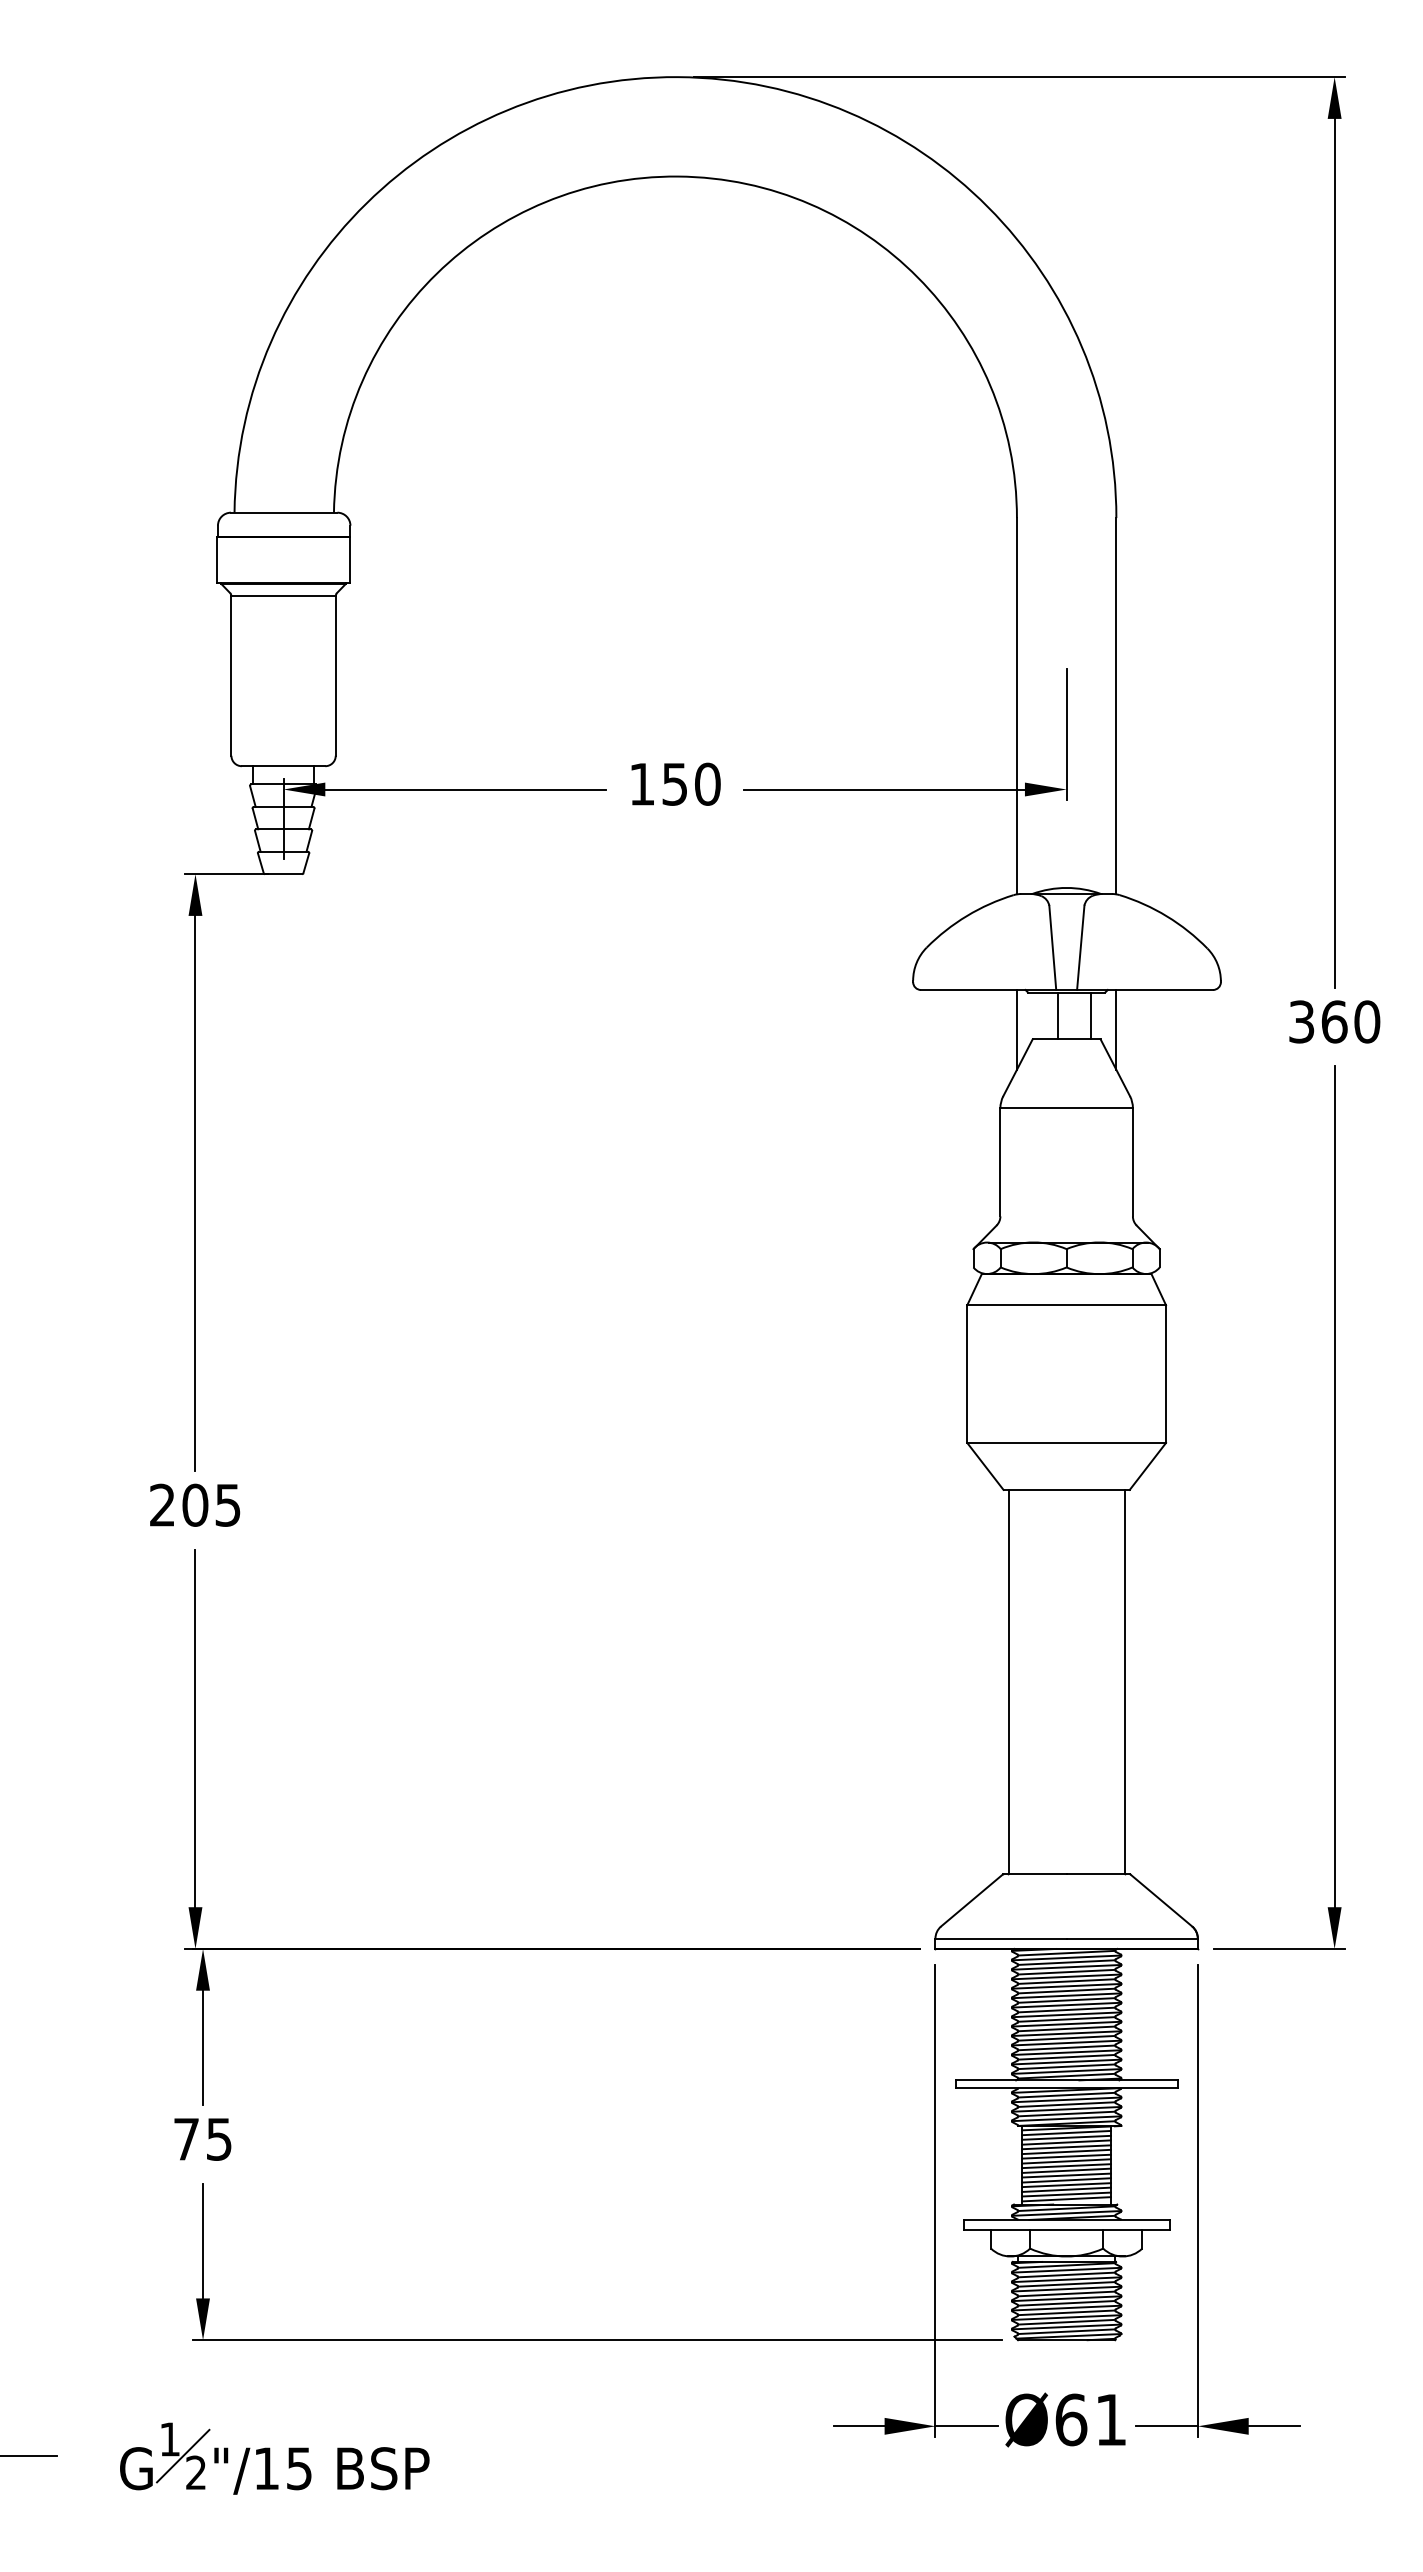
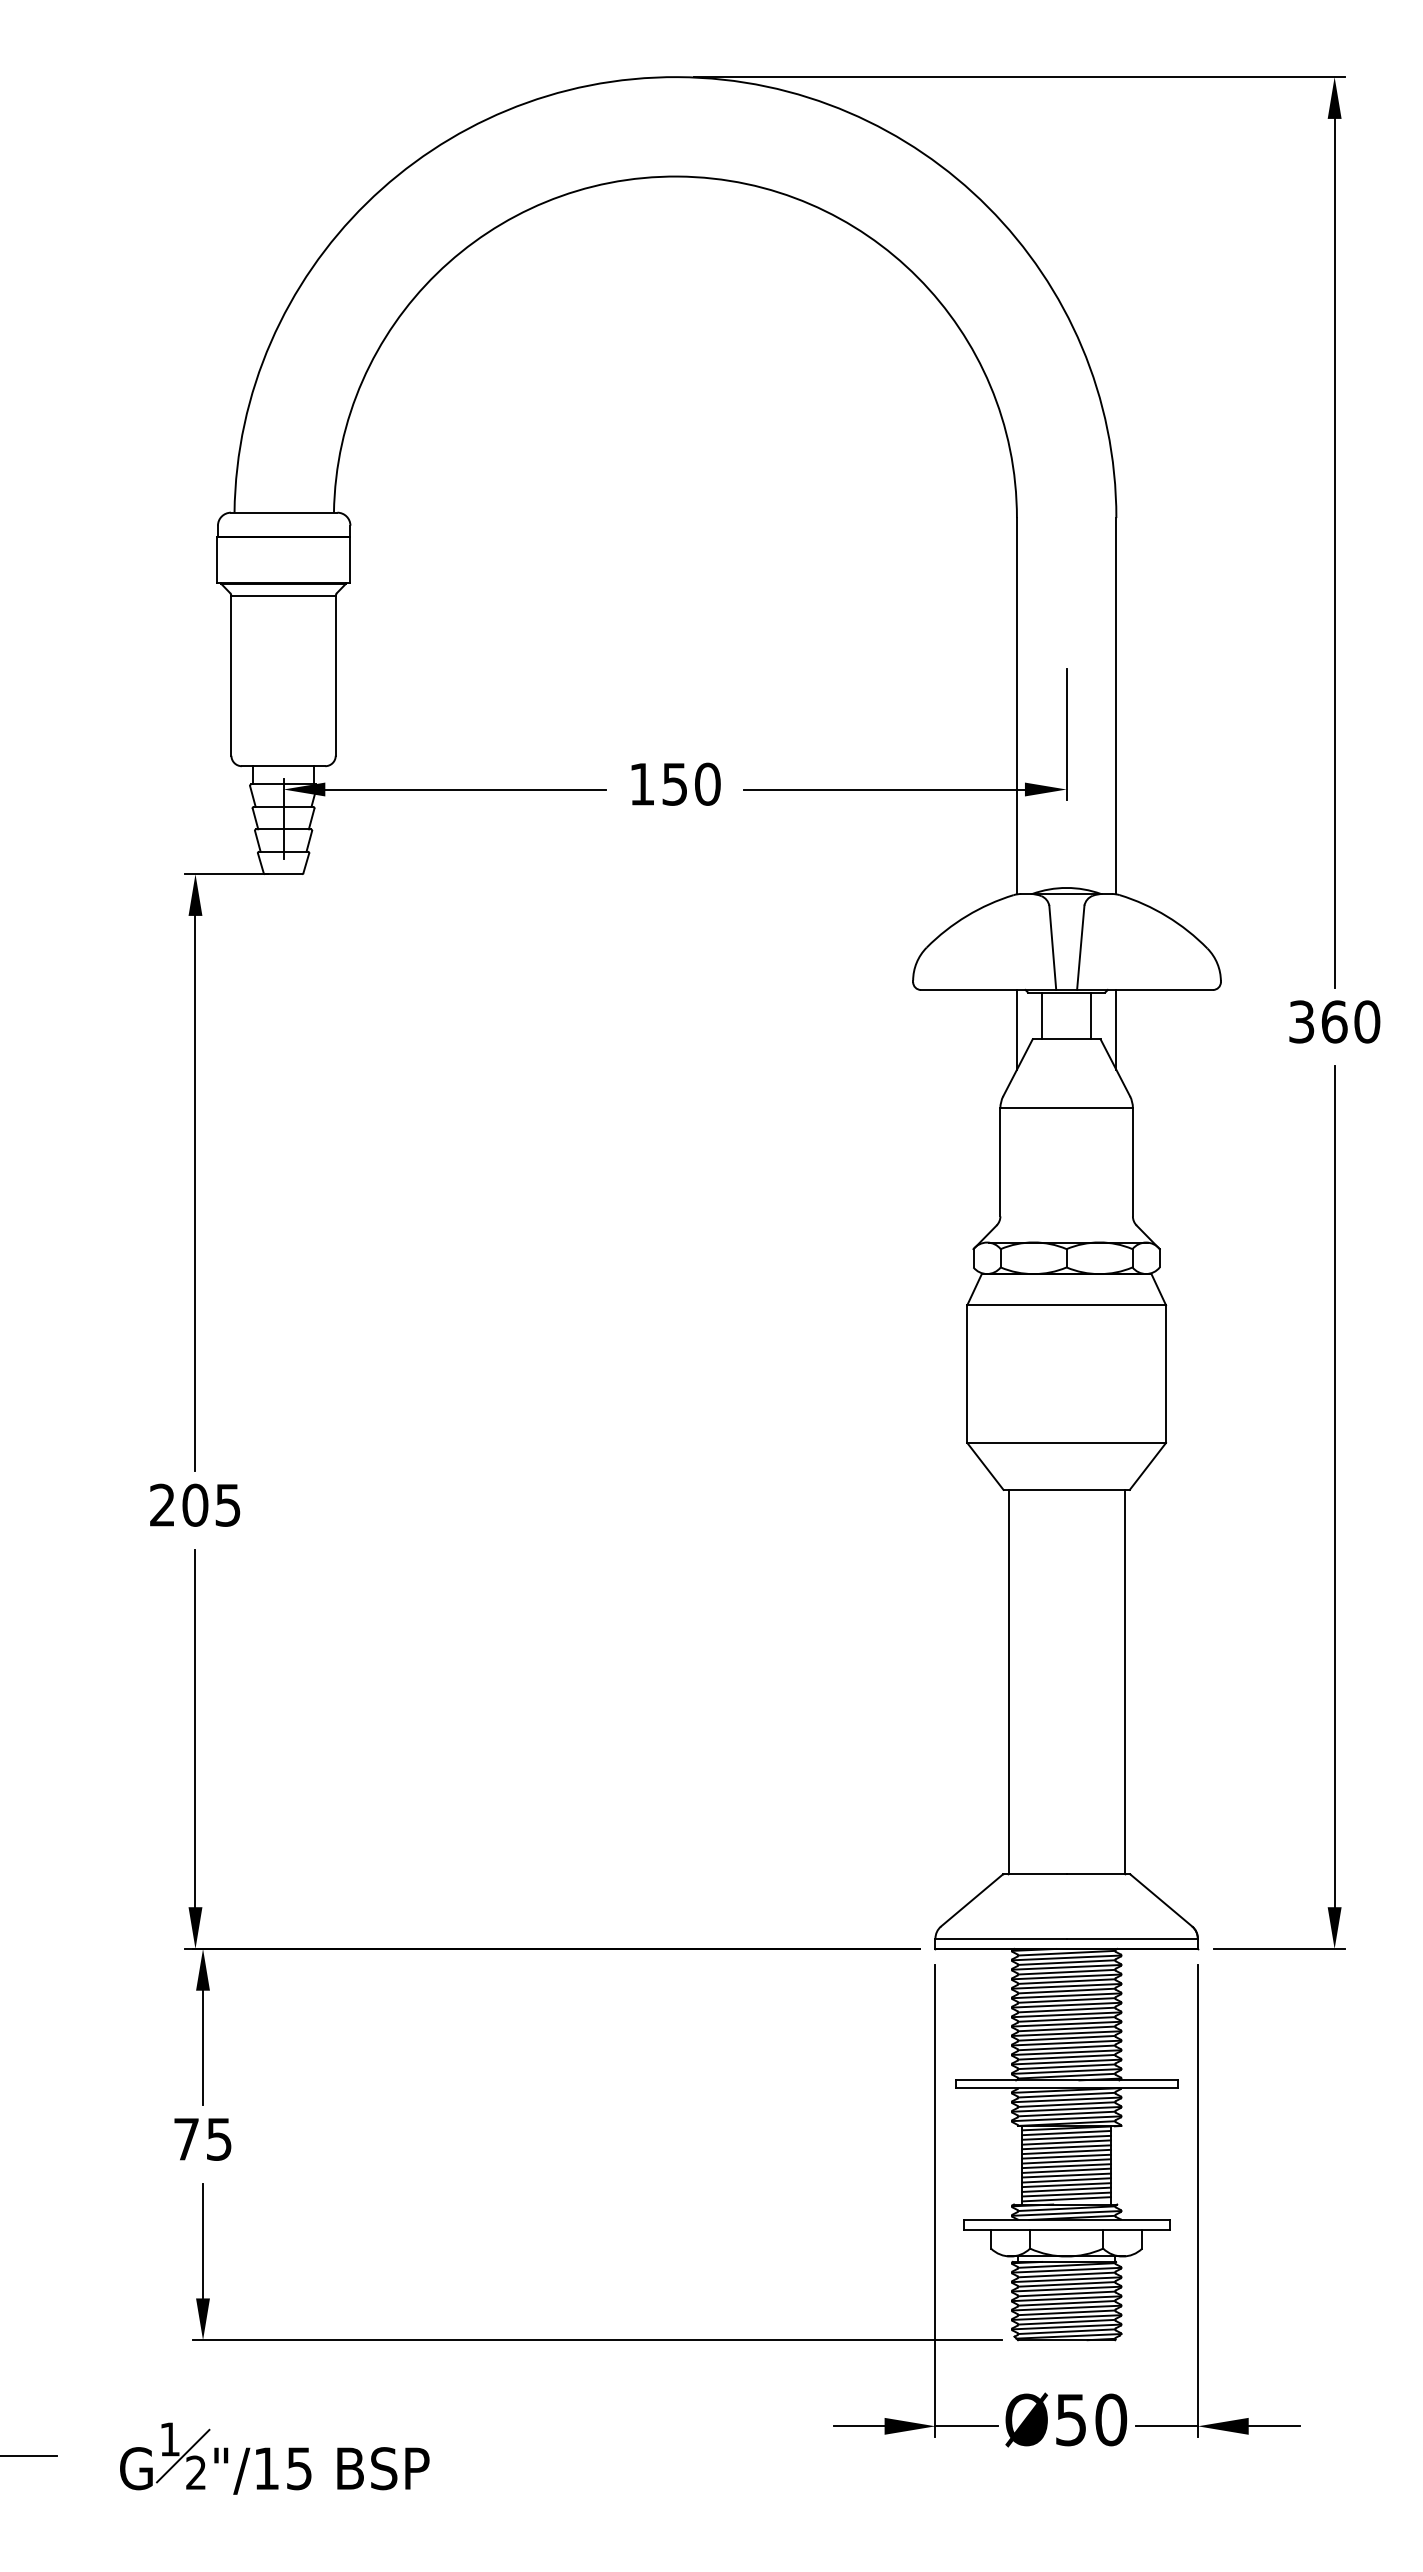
line at (1057, 1015) position: (1057, 1015) -> (1041, 1015)
text at (1091, 2419): Ø61 -> Ø50
